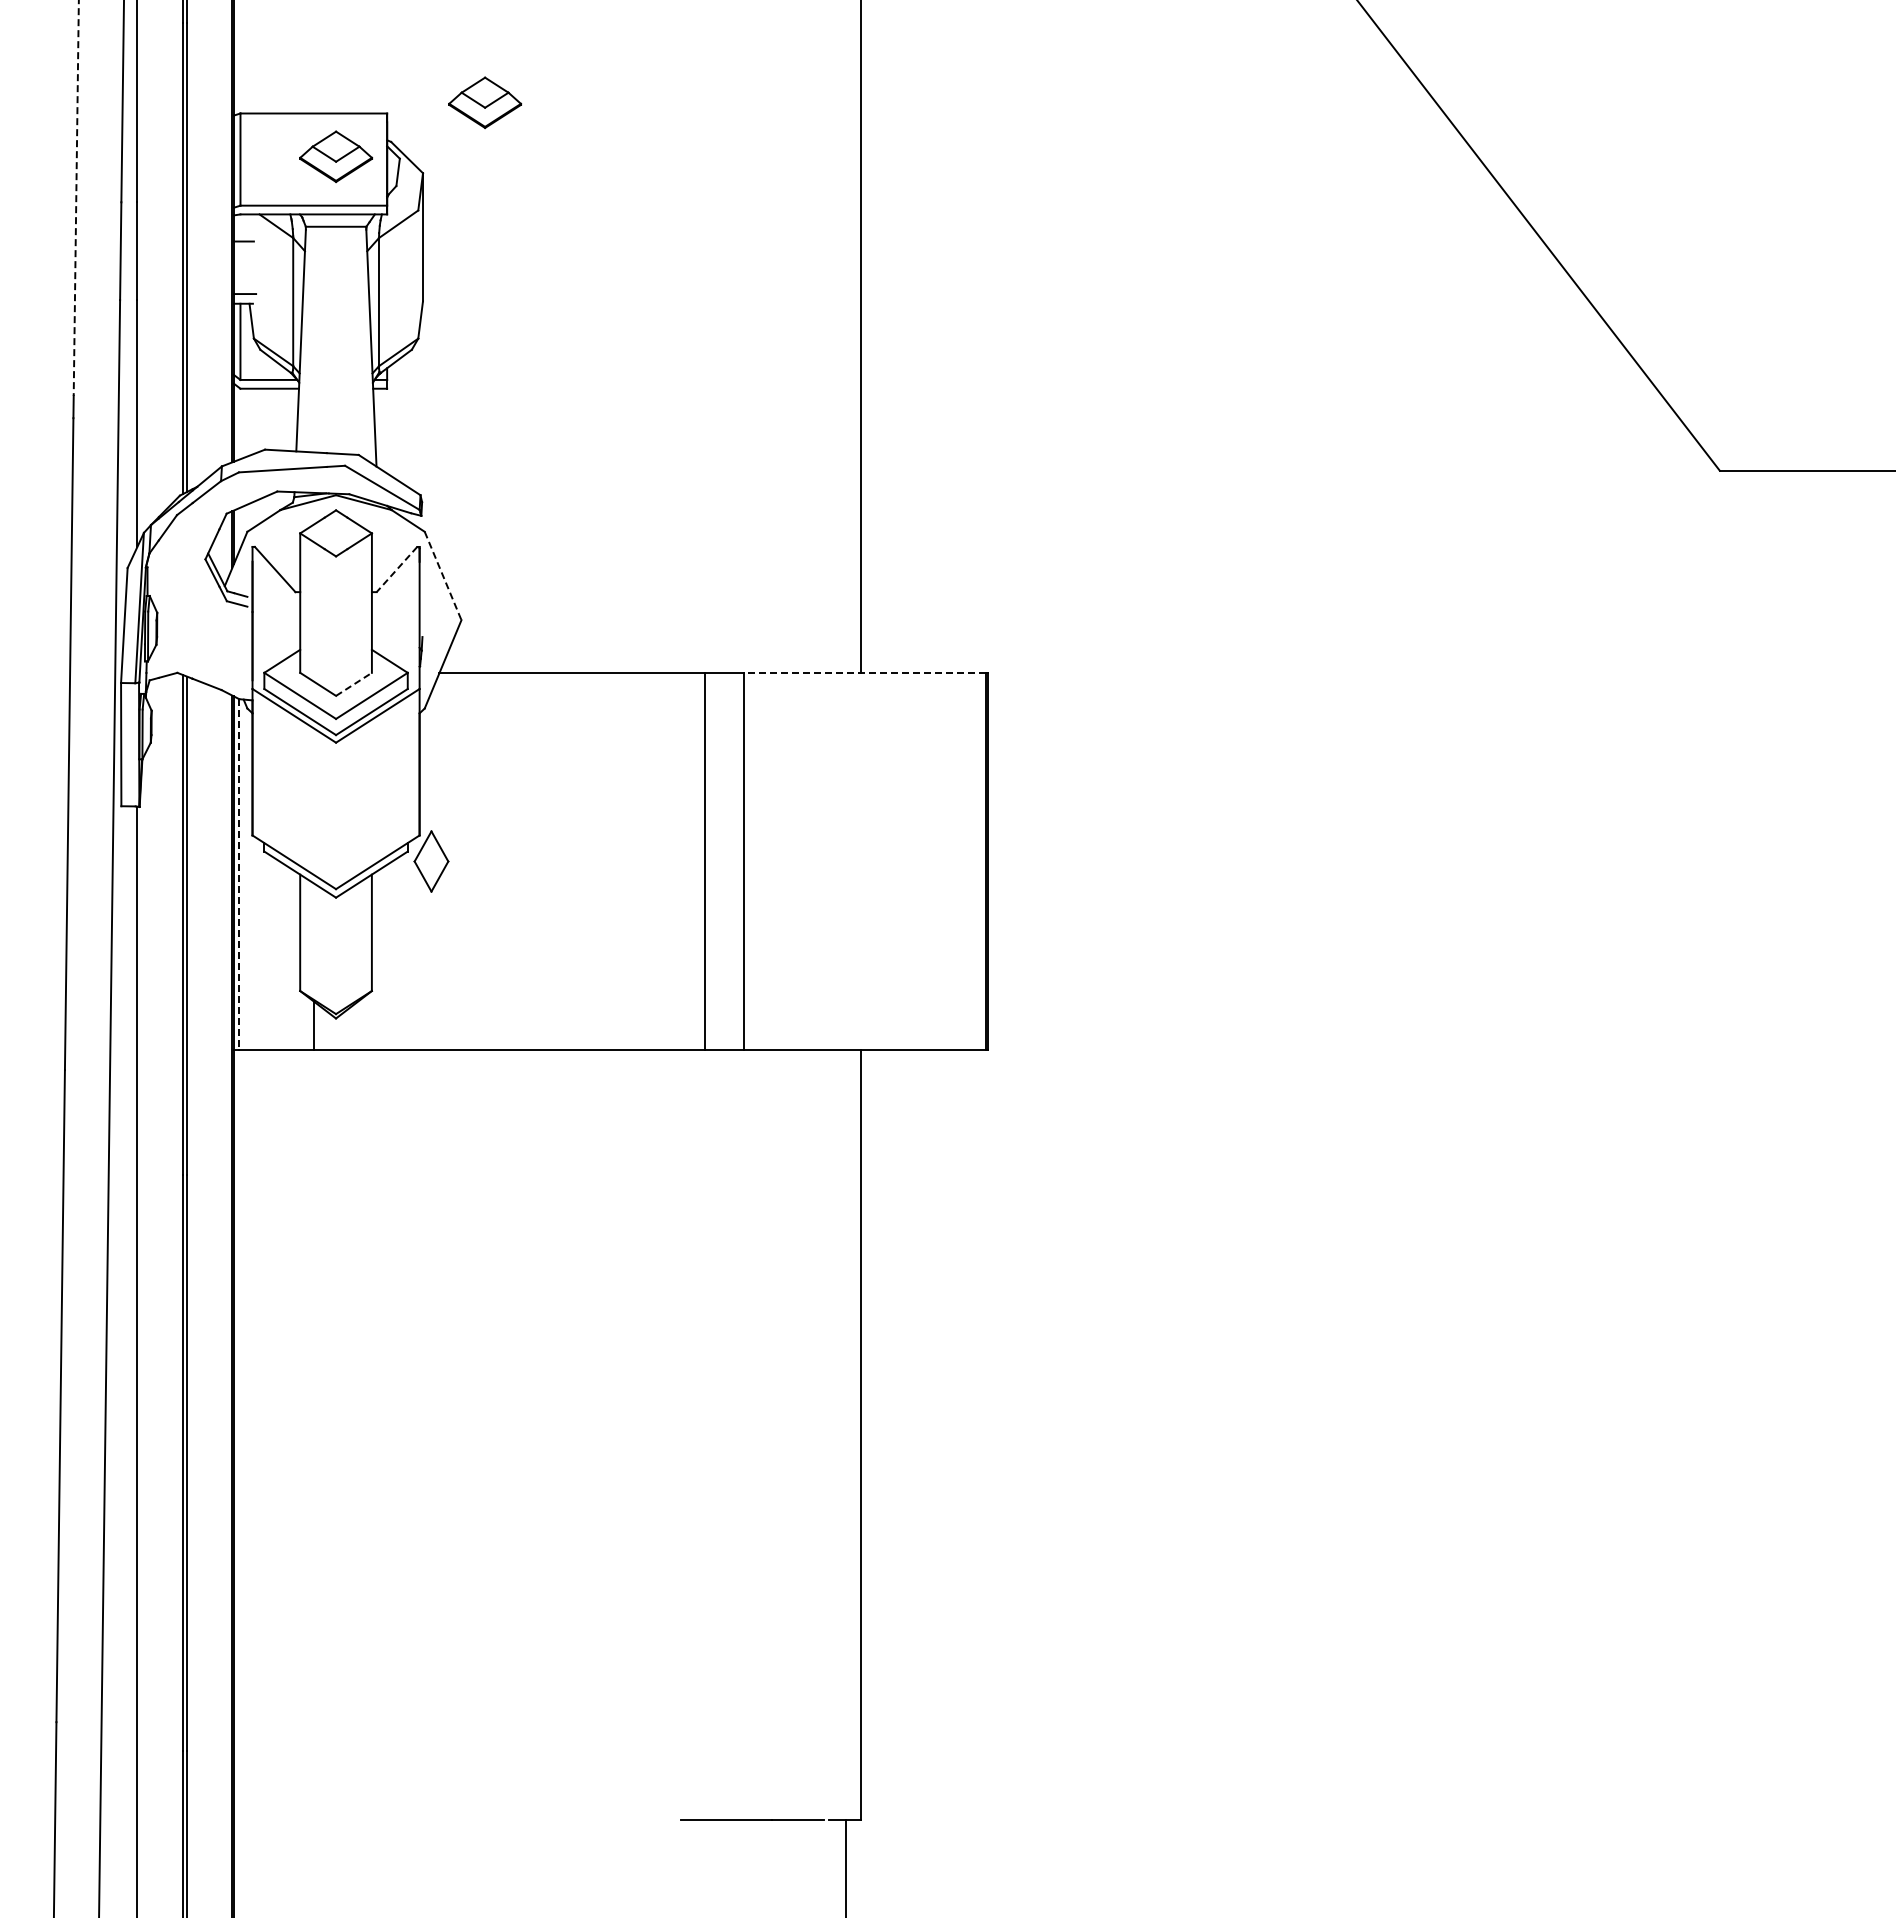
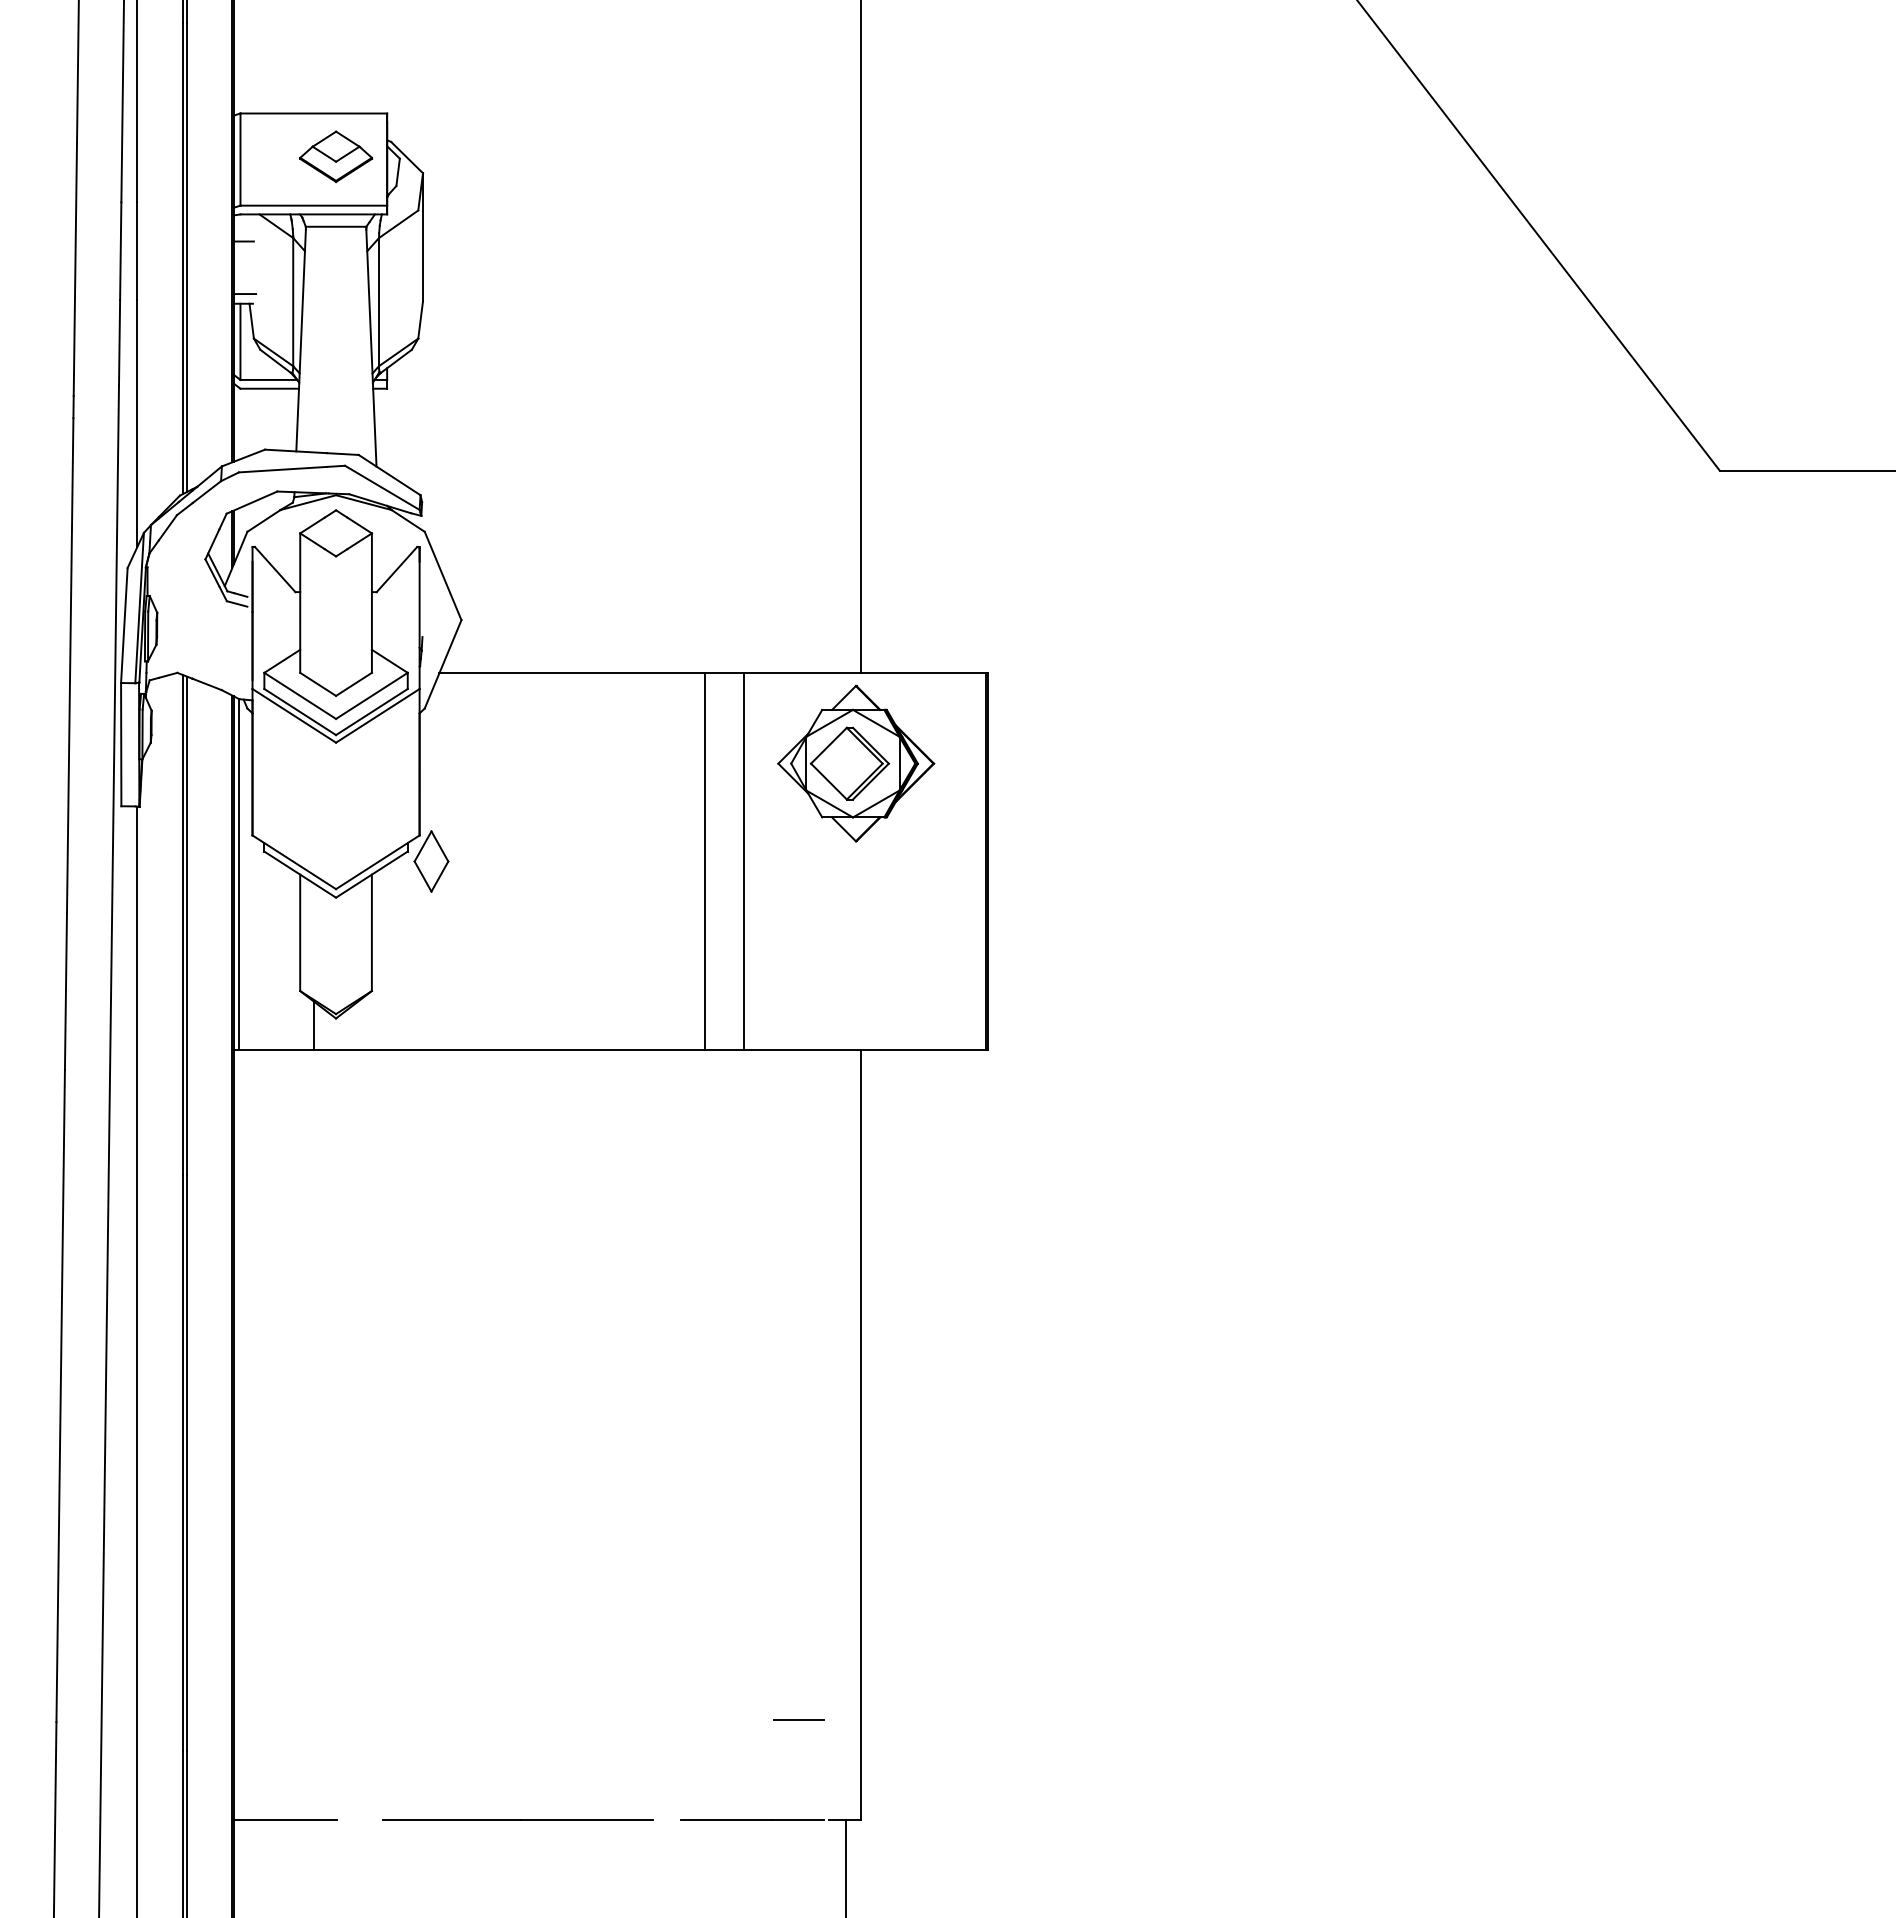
part at (485, 102): present -> none
line at (76, 198): dashed -> solid
line at (396, 569): dashed -> solid
line at (443, 576): dashed -> solid
line at (865, 673): dashed -> solid
line at (354, 684): dashed -> solid
part at (856, 763): none -> present
line at (239, 874): dashed -> solid
line at (798, 1719): none -> present
line at (285, 1819): none -> present
line at (517, 1819): none -> present
